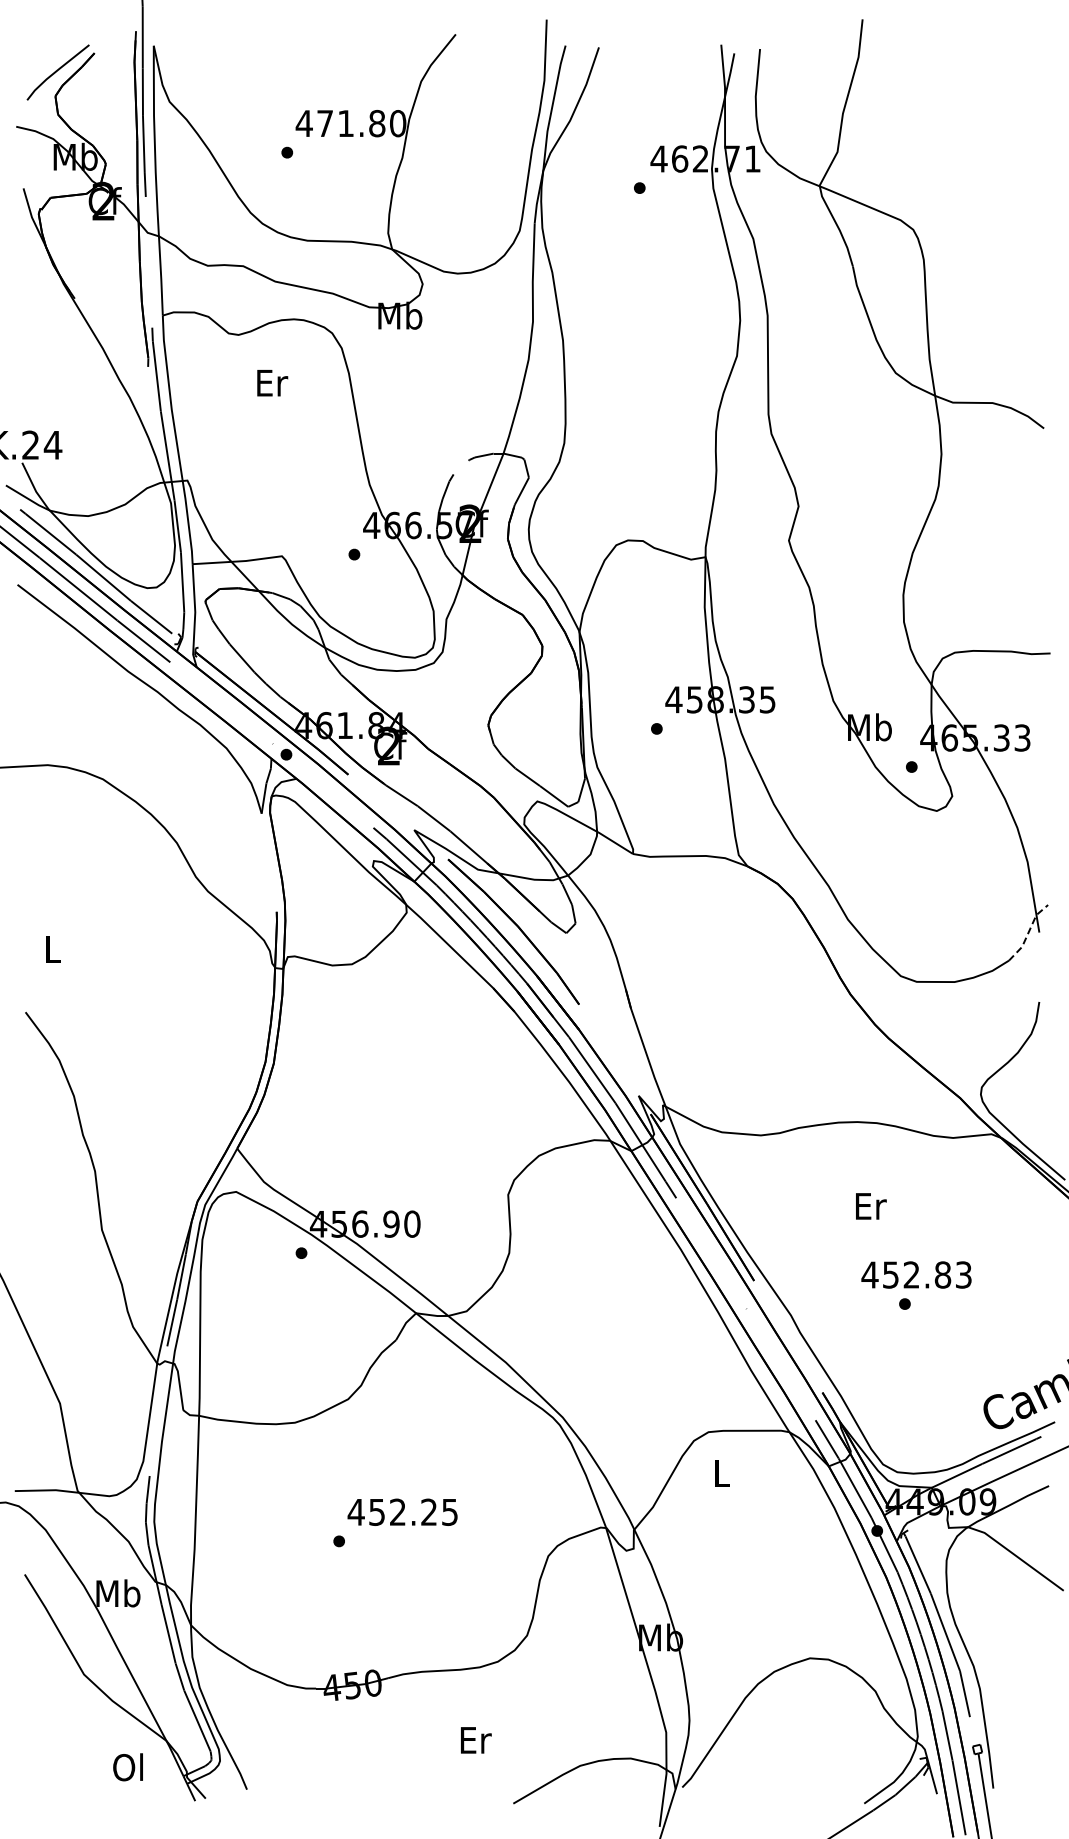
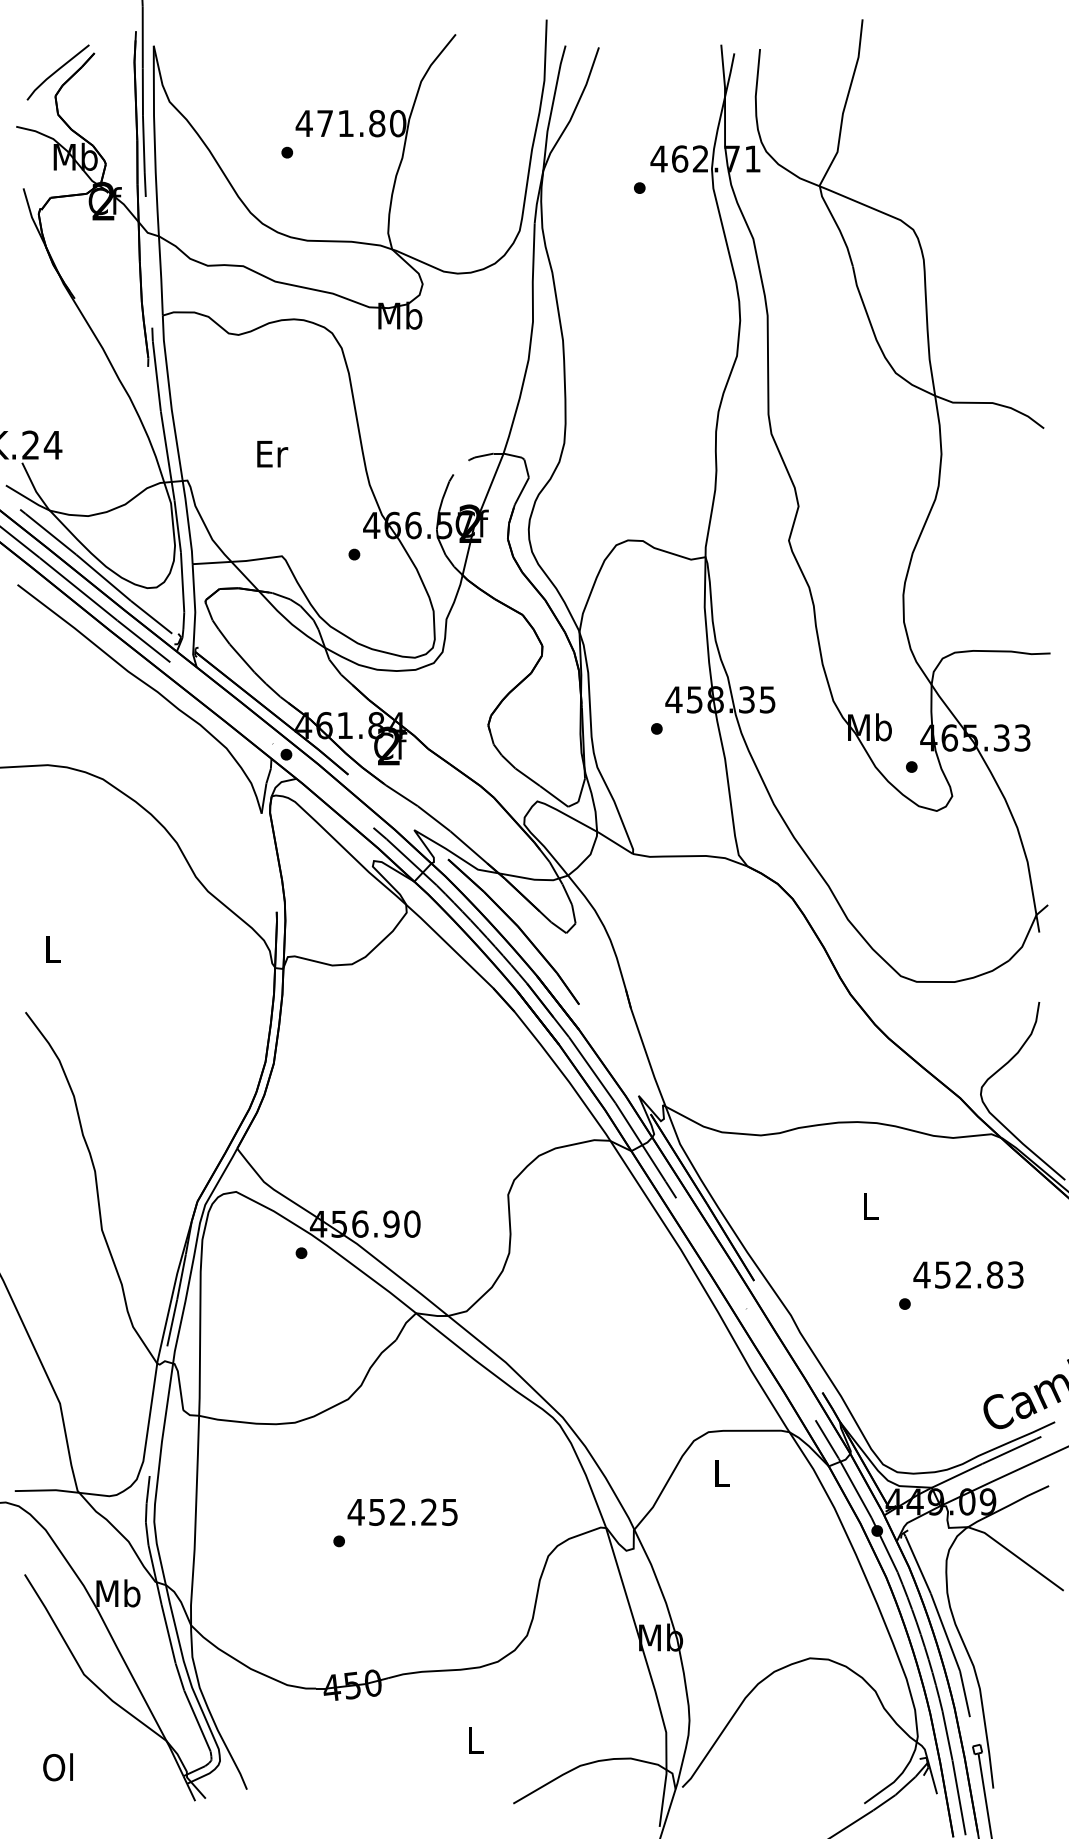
text at (272, 383) position: (272, 383) -> (272, 454)
line at (1028, 932): dashed -> solid
text at (871, 1206): Er -> L
text at (916, 1274) position: (916, 1274) -> (968, 1274)
text at (476, 1740): Er -> L
text at (127, 1767) position: (127, 1767) -> (57, 1767)
